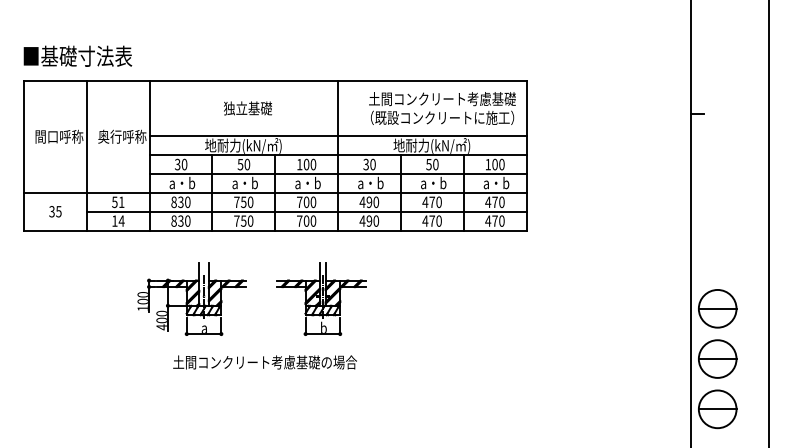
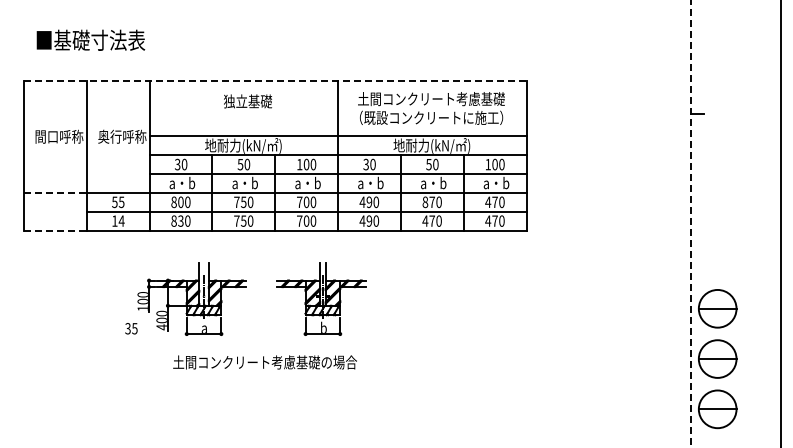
text at (77, 55) position: (77, 55) -> (90, 39)
line at (275, 81): solid -> dashed
text at (247, 108) position: (247, 108) -> (247, 101)
text at (442, 108) position: (442, 108) -> (431, 108)
line at (55, 192): solid -> dashed
text at (180, 201): 830 -> 800
text at (121, 202): 51 -> 55
text at (425, 202): 470 -> 870
text at (55, 211) position: (55, 211) -> (131, 328)
line at (769, 223) position: (769, 223) -> (781, 223)
line at (691, 224): solid -> dashed
line at (55, 230): solid -> dashed
